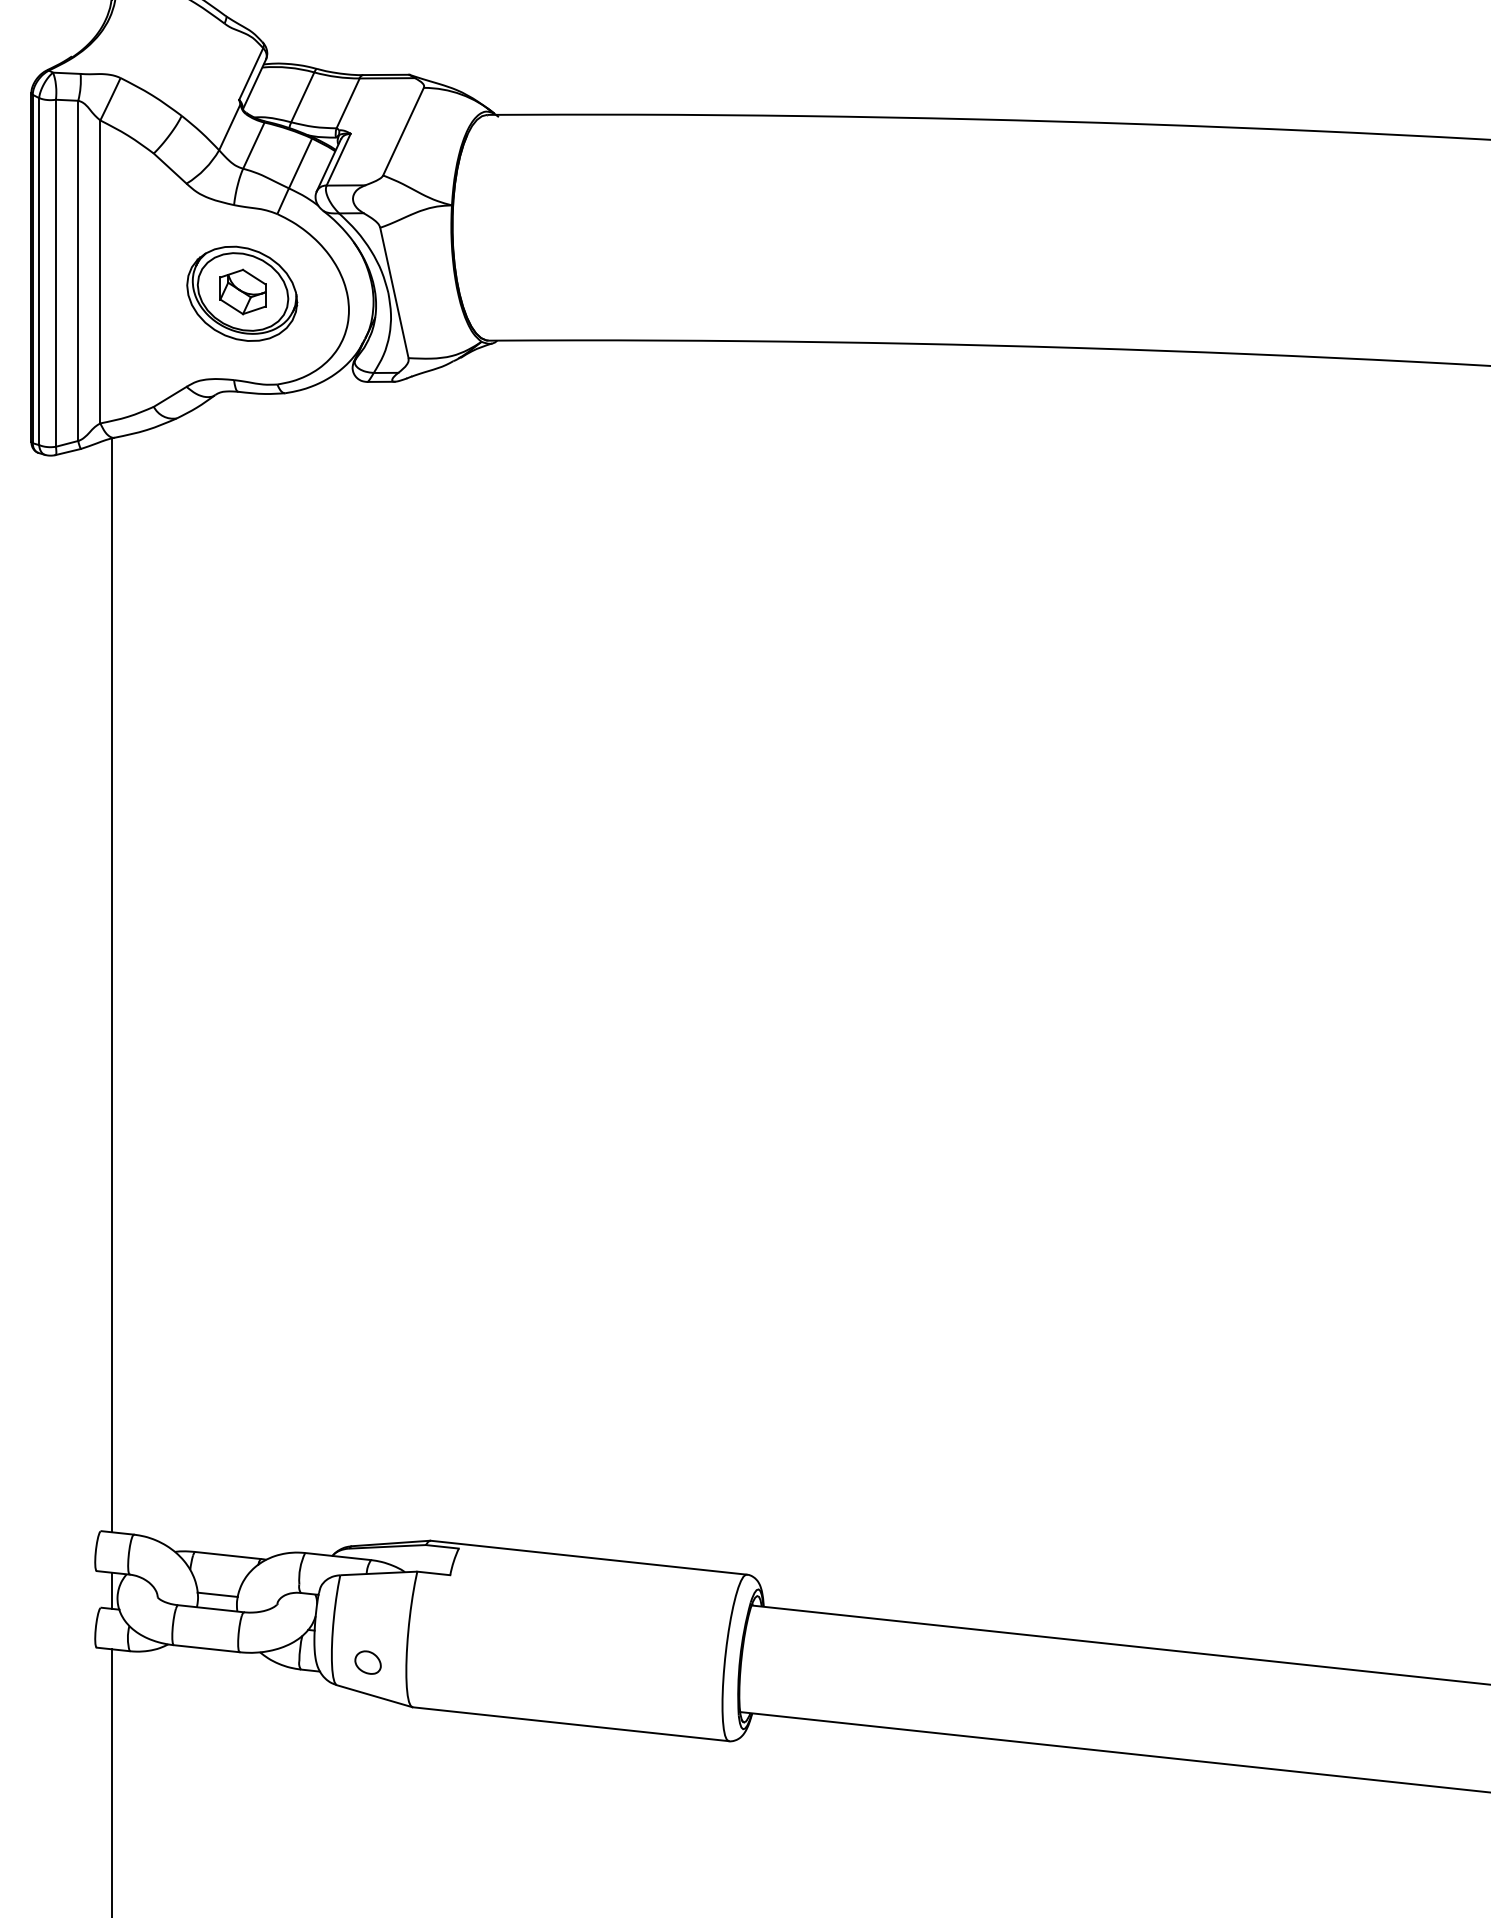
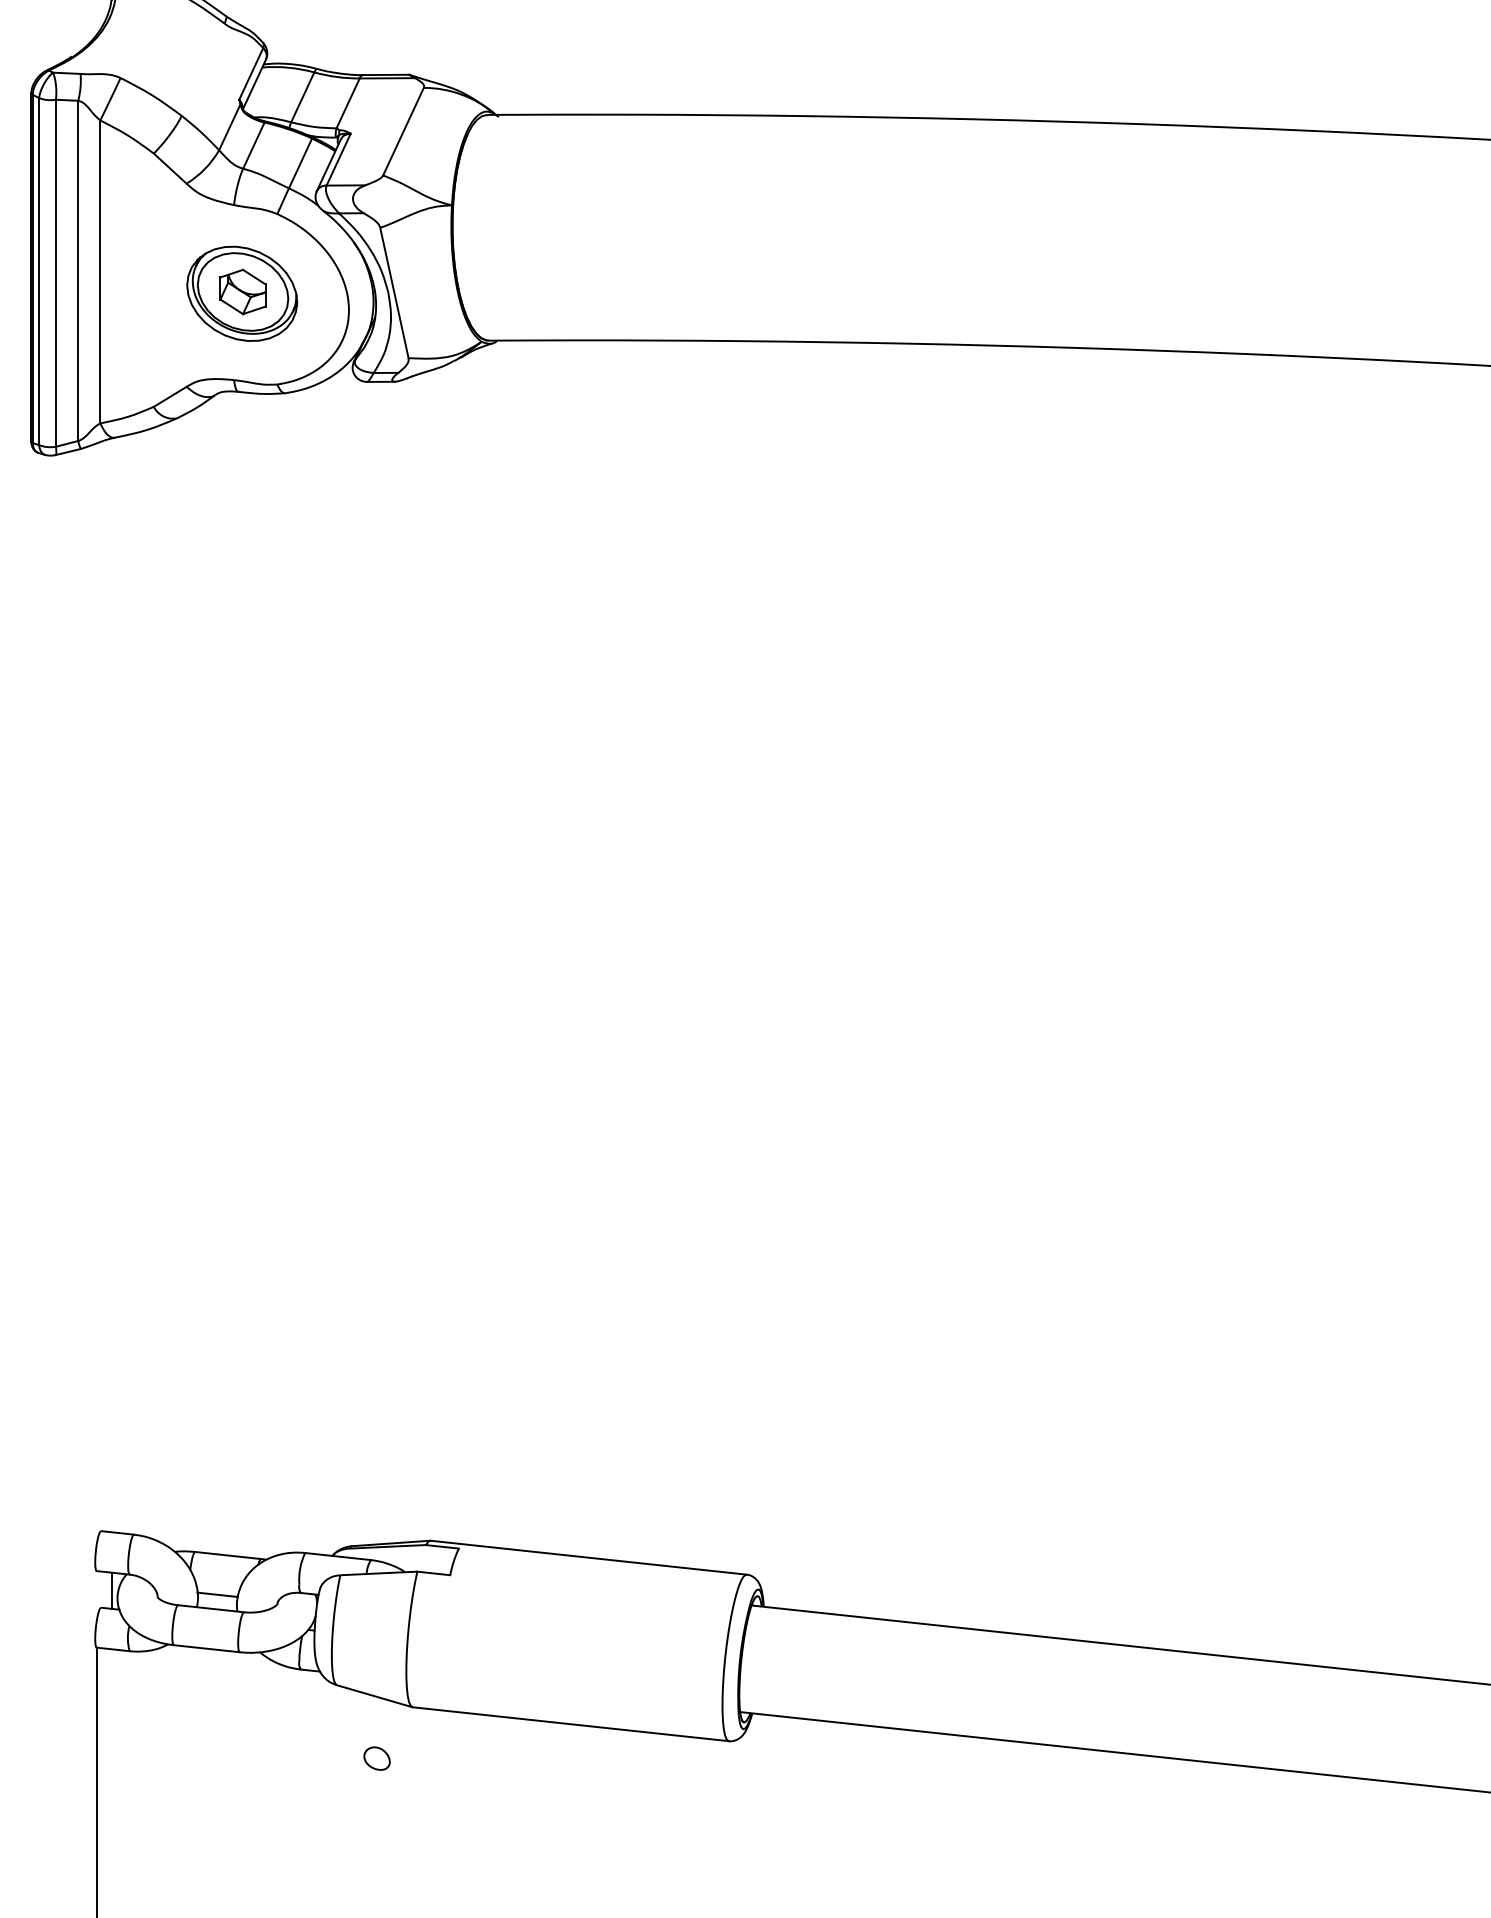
line at (112, 985): present -> none
part at (367, 1662) position: (367, 1662) -> (376, 1758)
line at (112, 1781) position: (112, 1781) -> (97, 1781)
